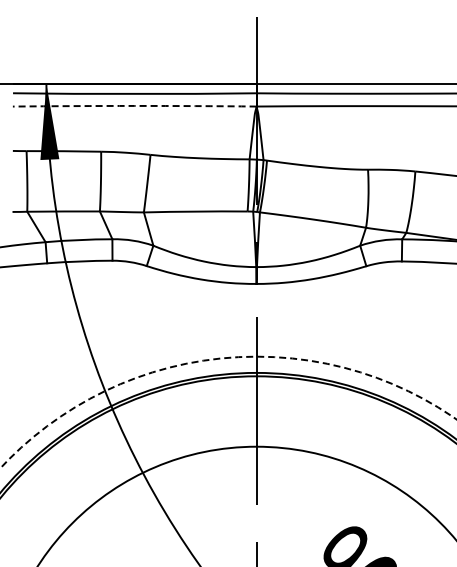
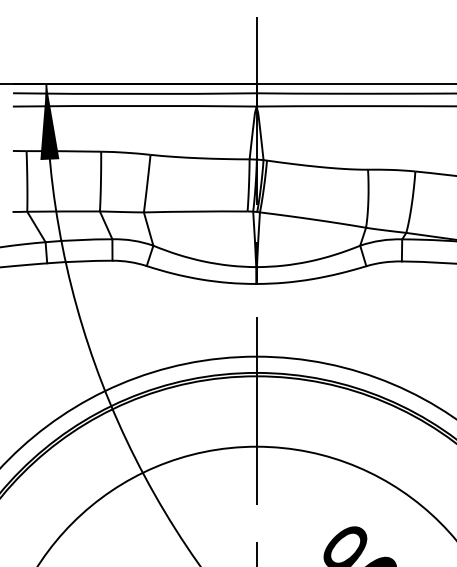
arc at (134, 105): dashed -> solid
circle at (228, 412): dashed -> solid
